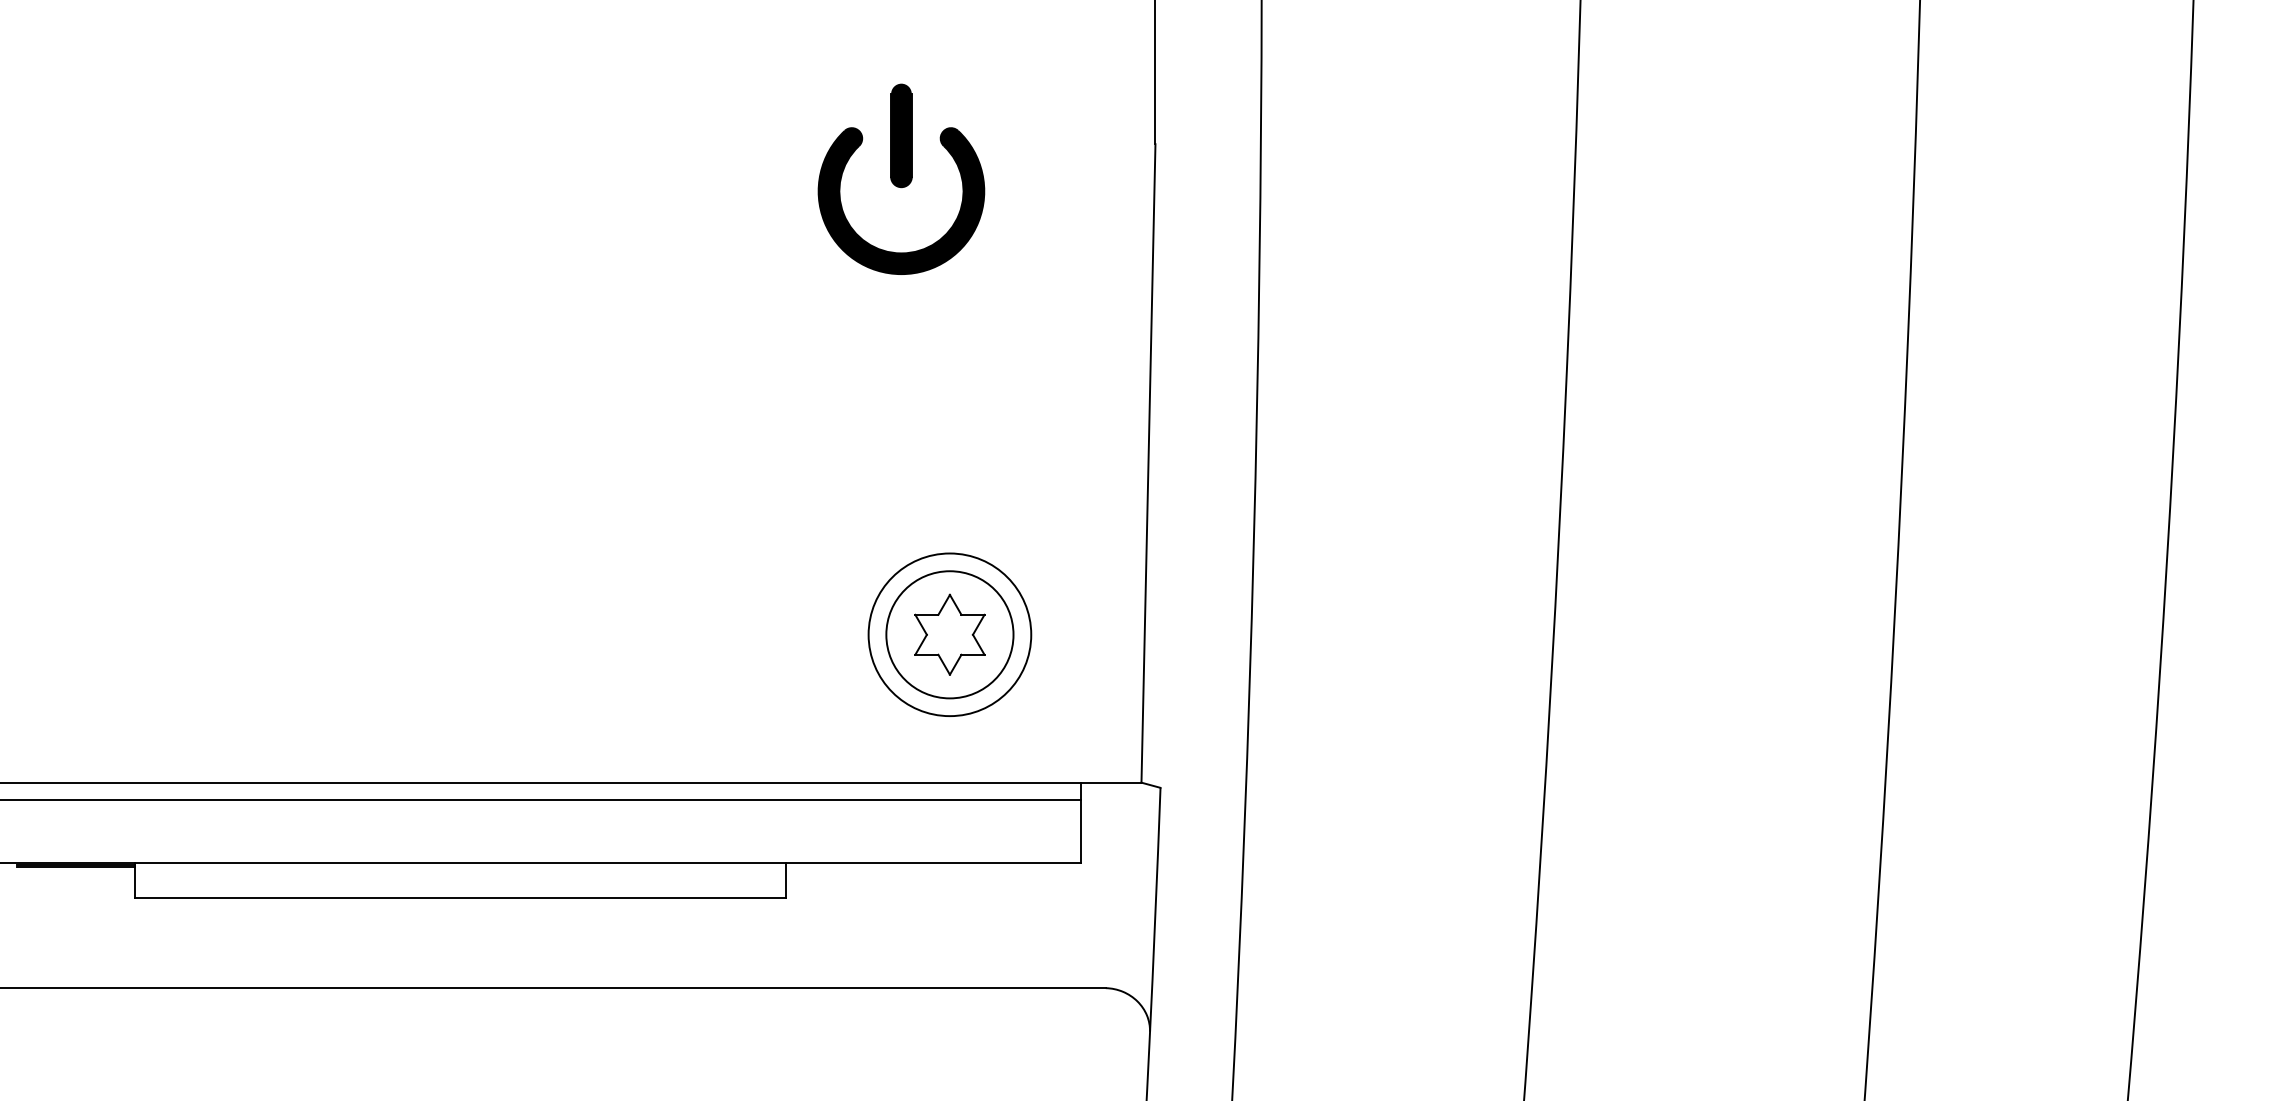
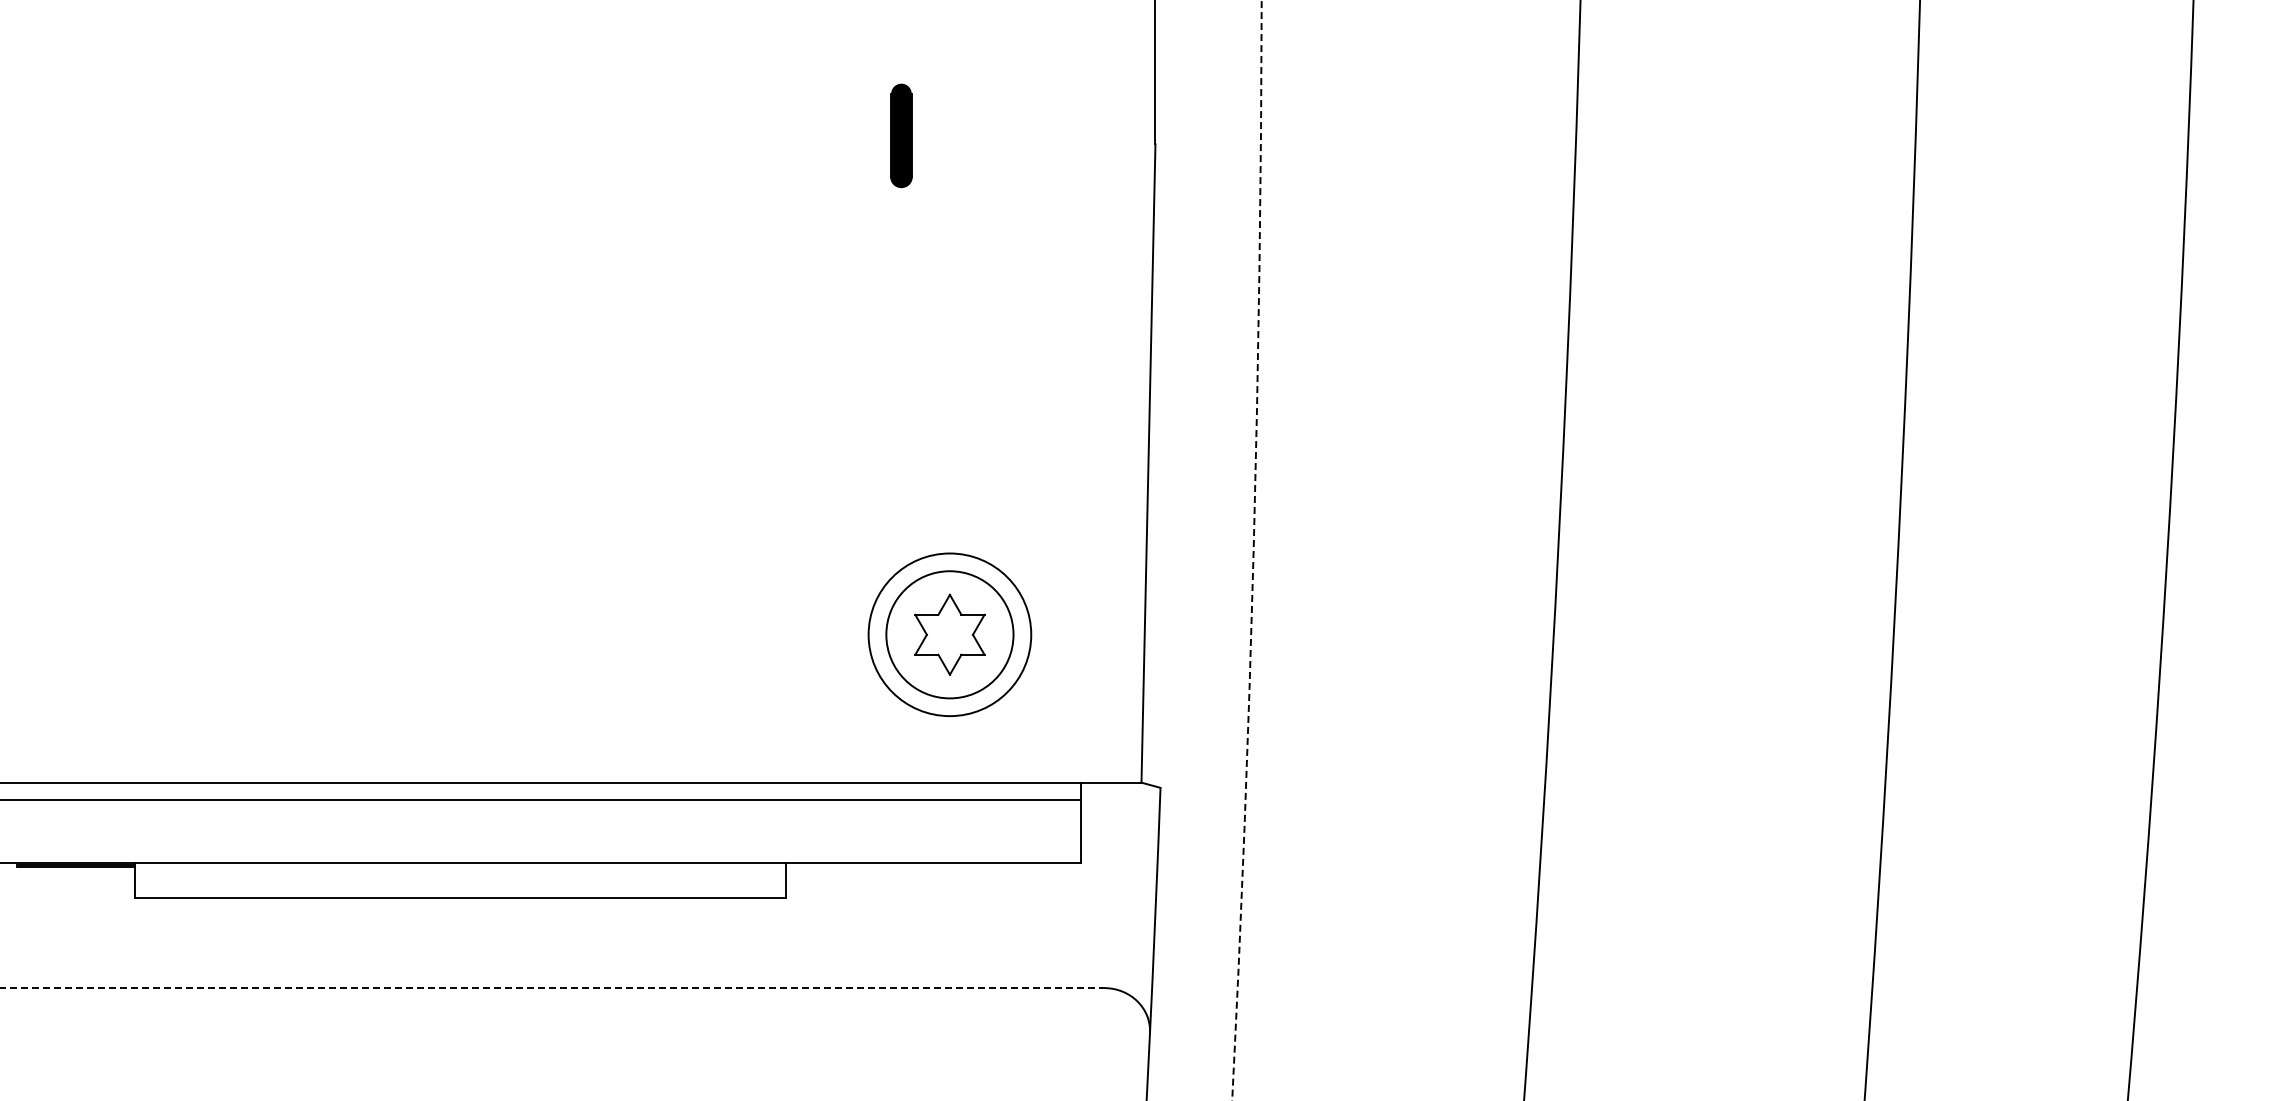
part at (893, 251): present -> none
arc at (1253, 550): solid -> dashed
line at (552, 988): solid -> dashed
